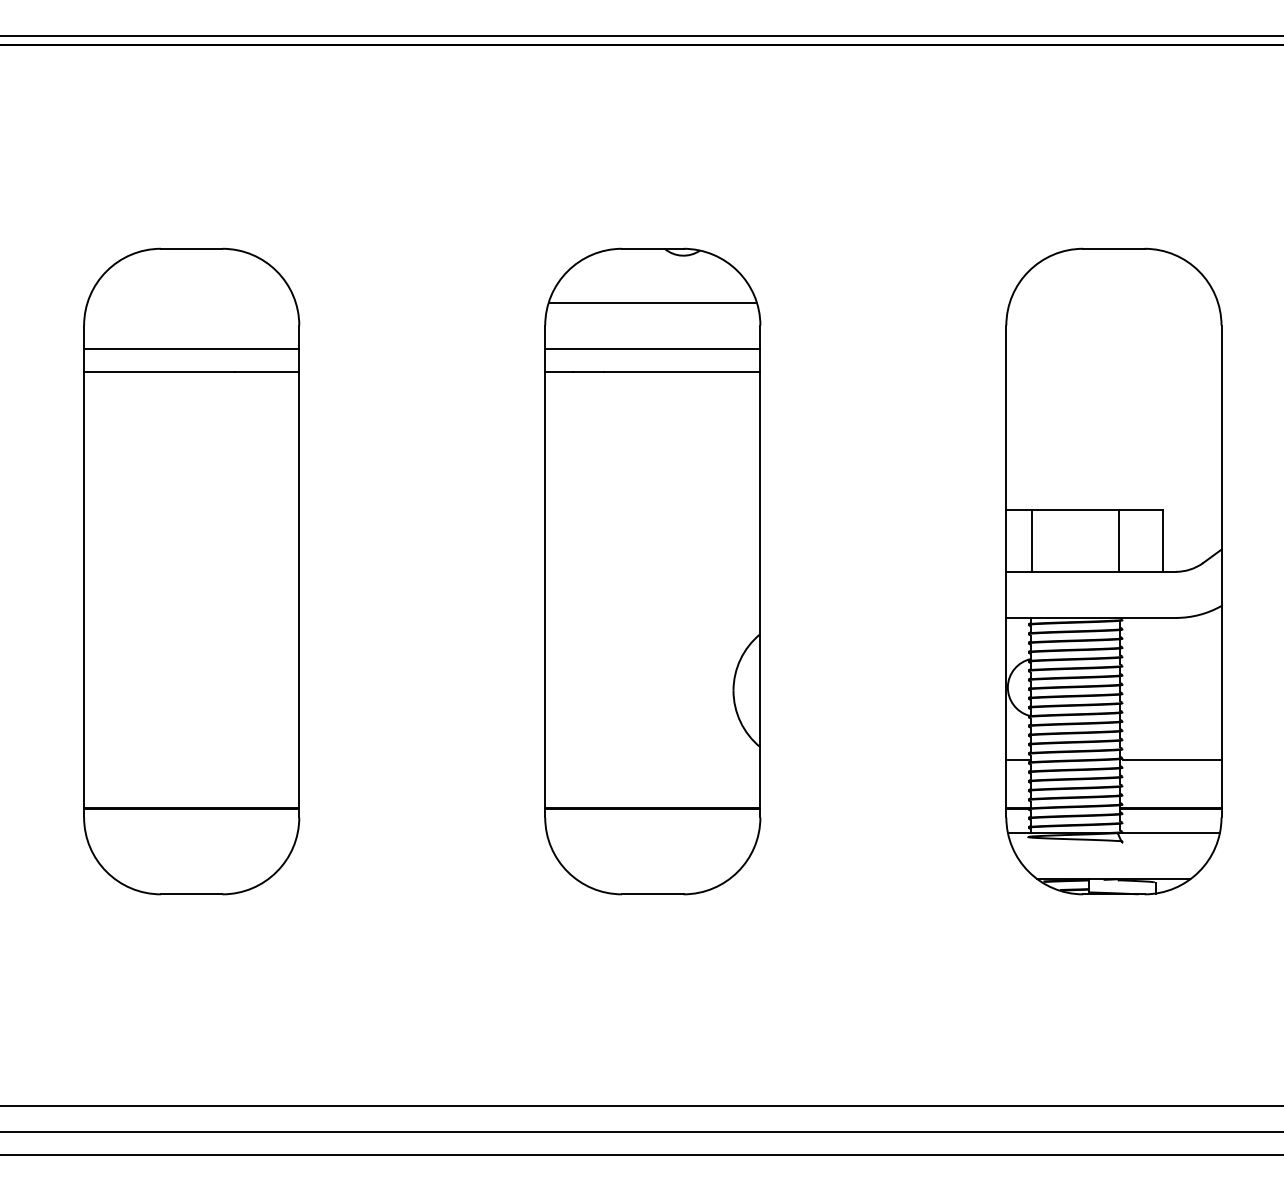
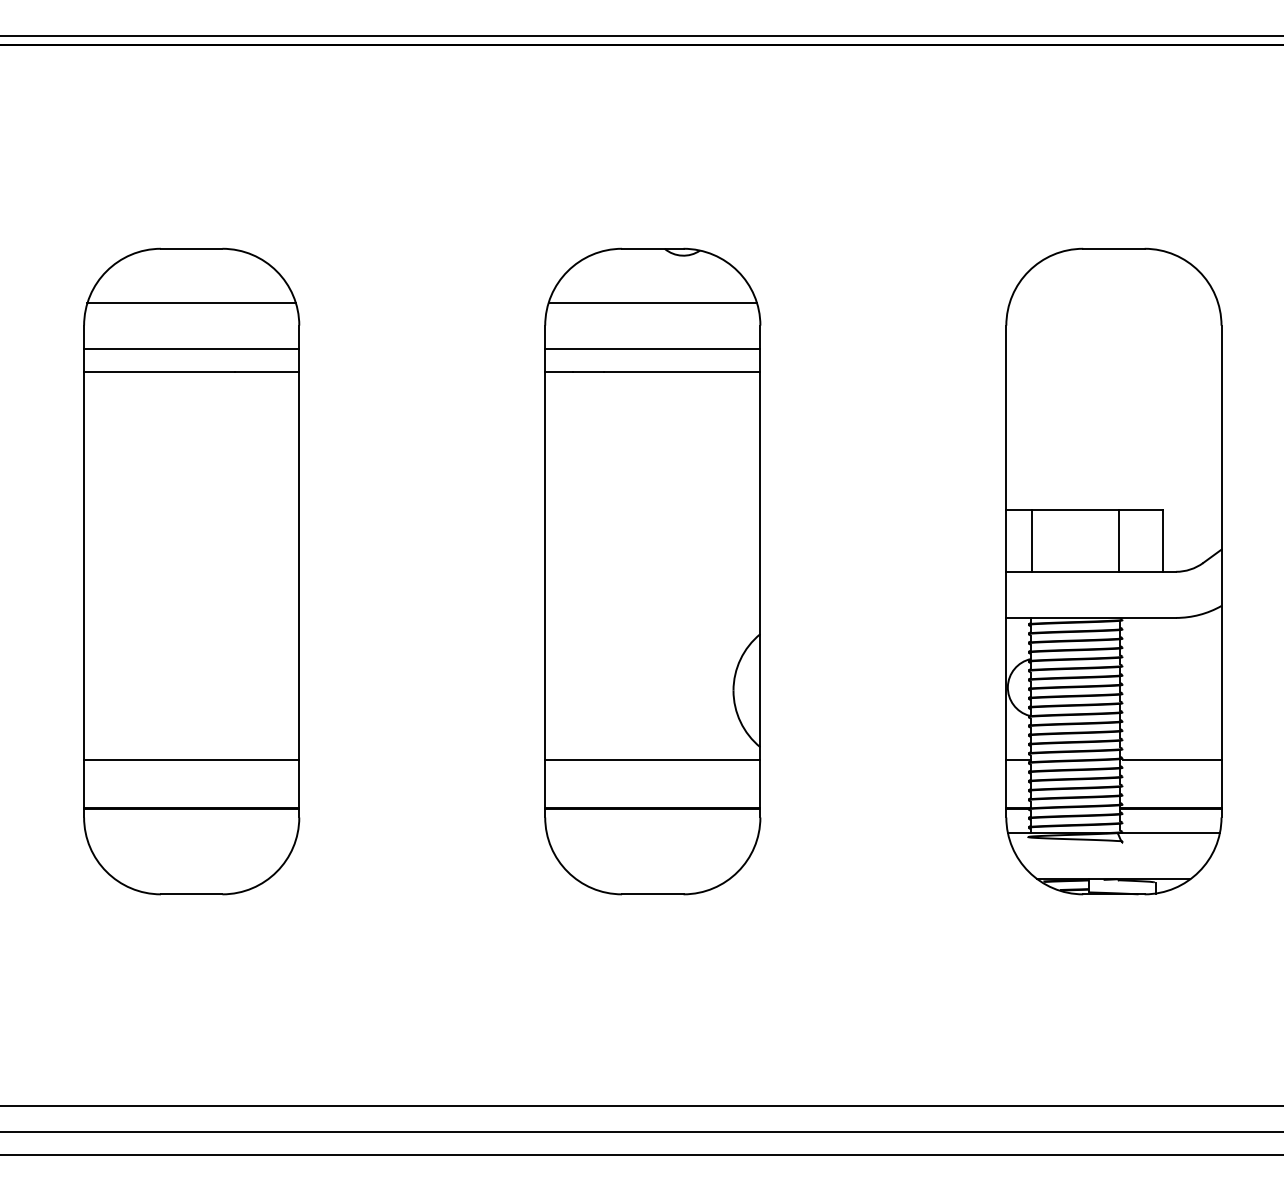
line at (191, 303): none -> present
line at (191, 759): none -> present
line at (652, 759): none -> present
